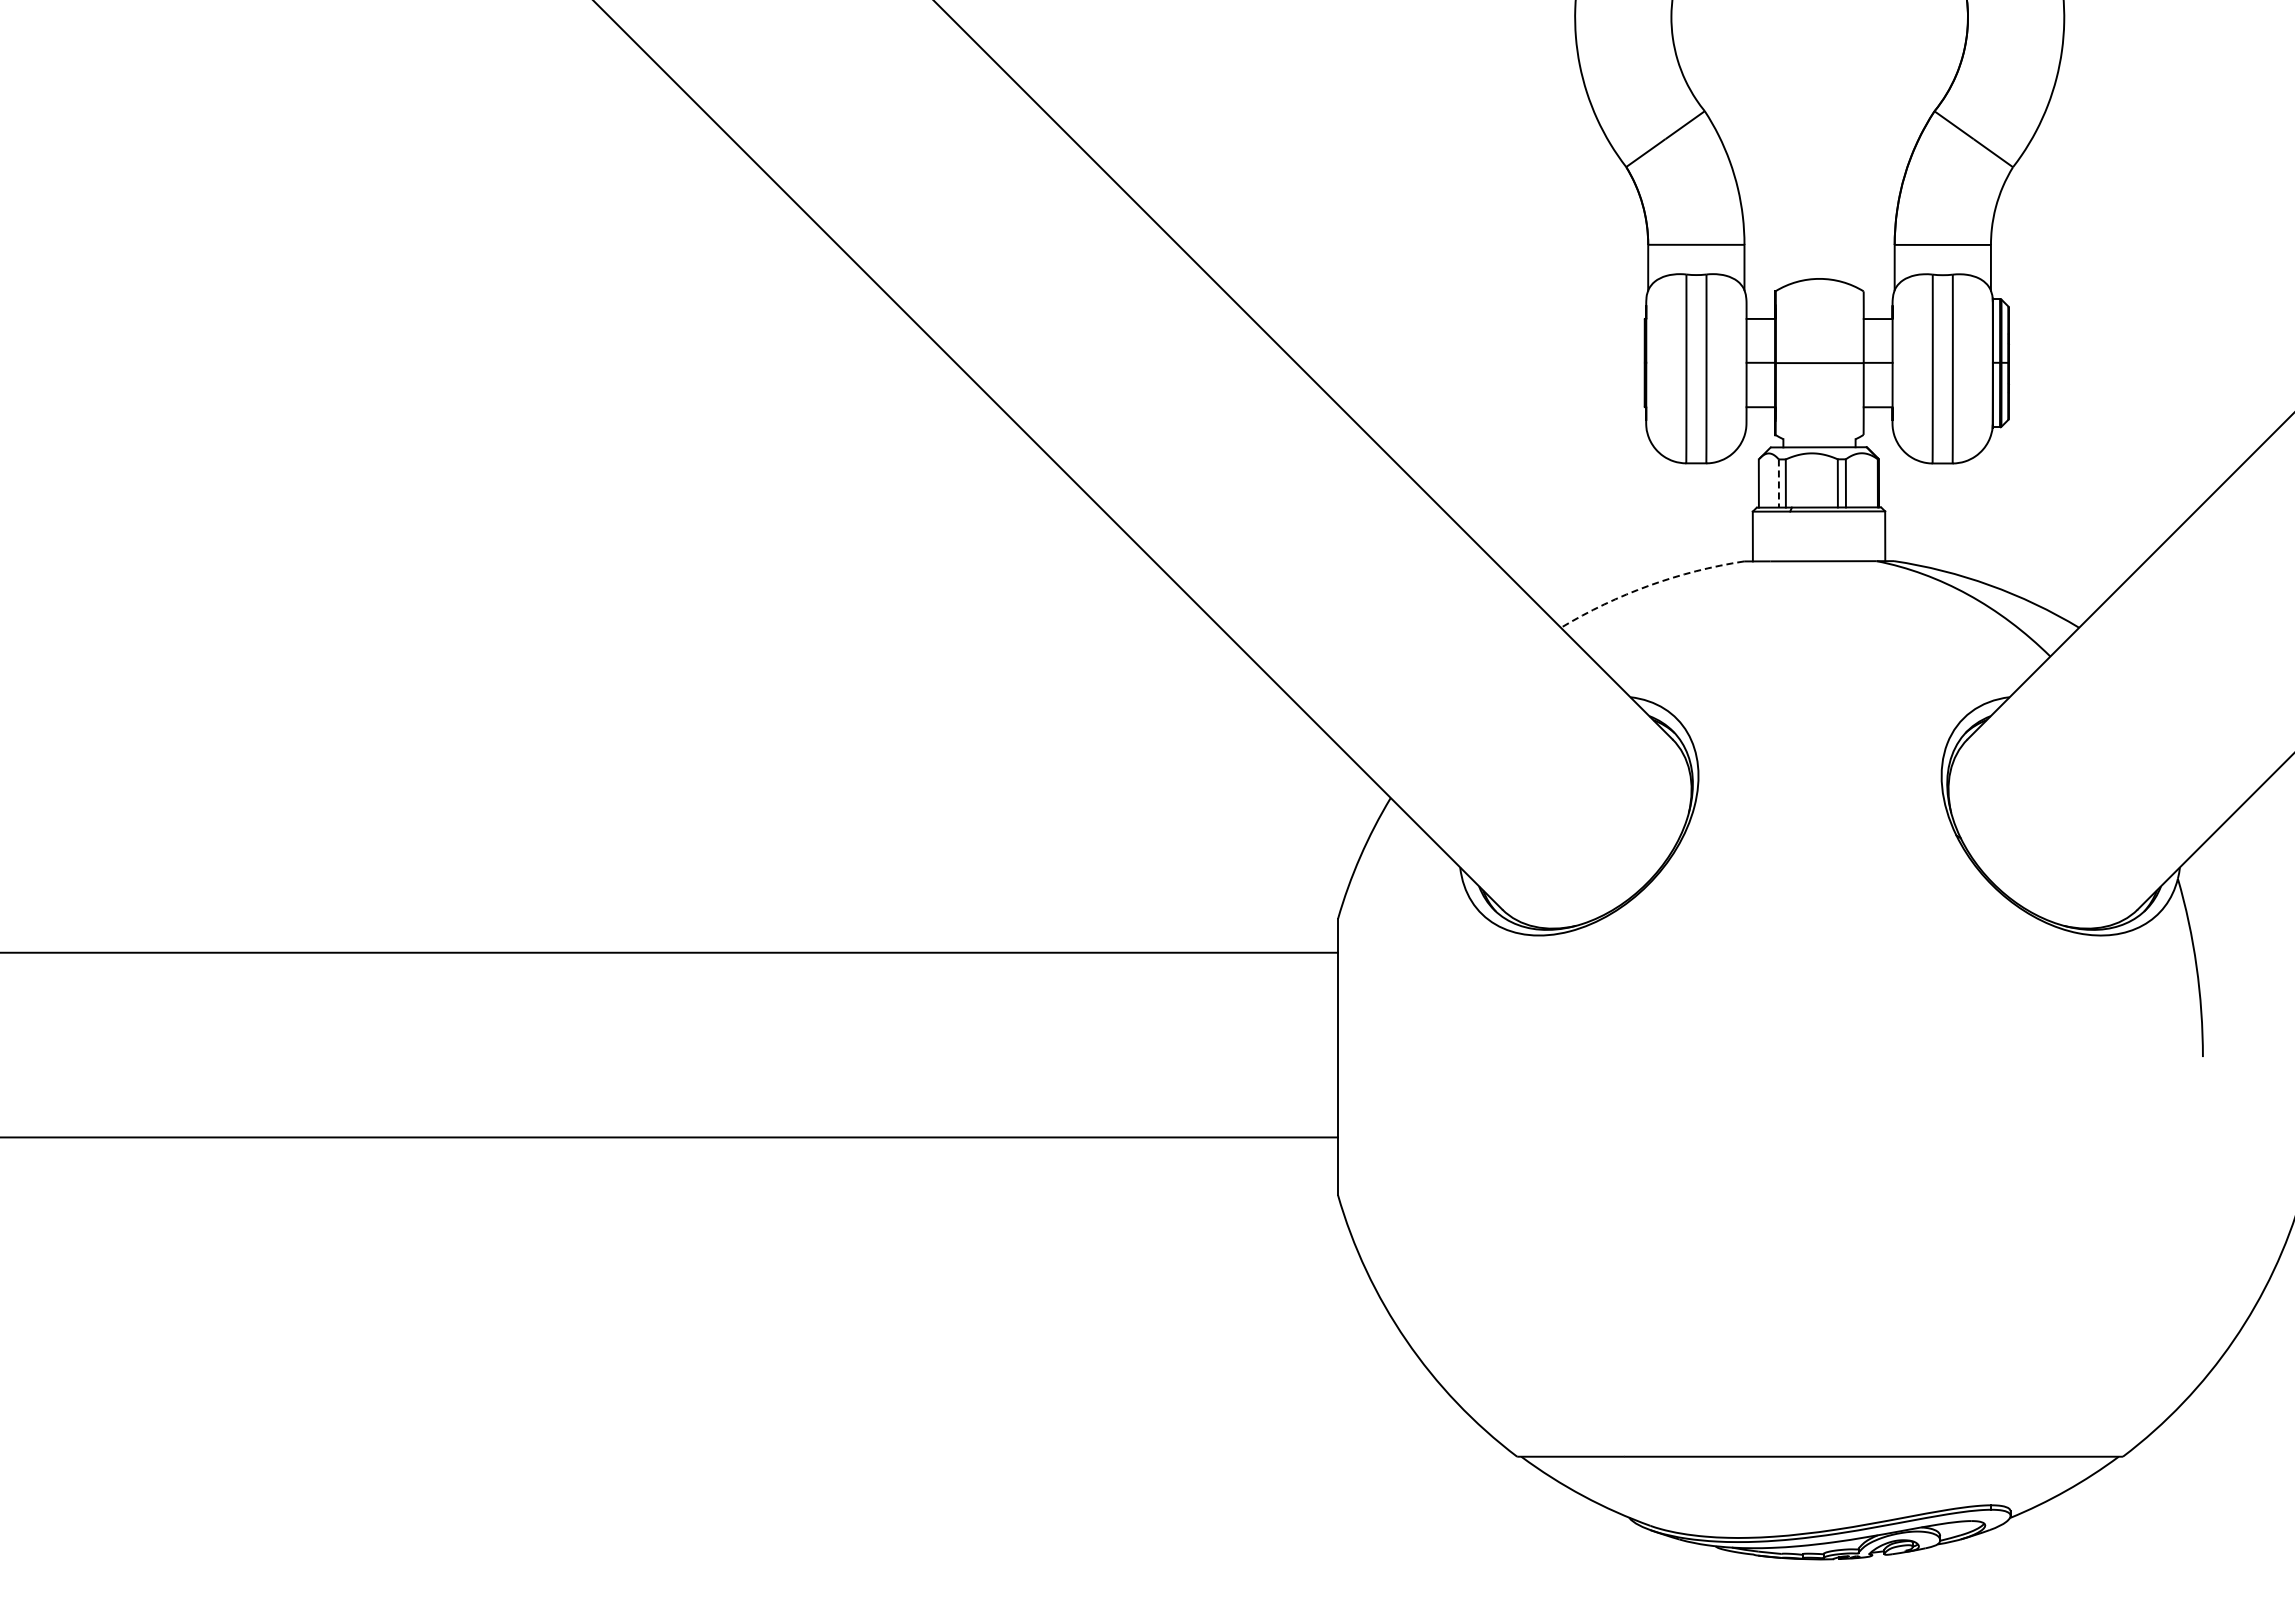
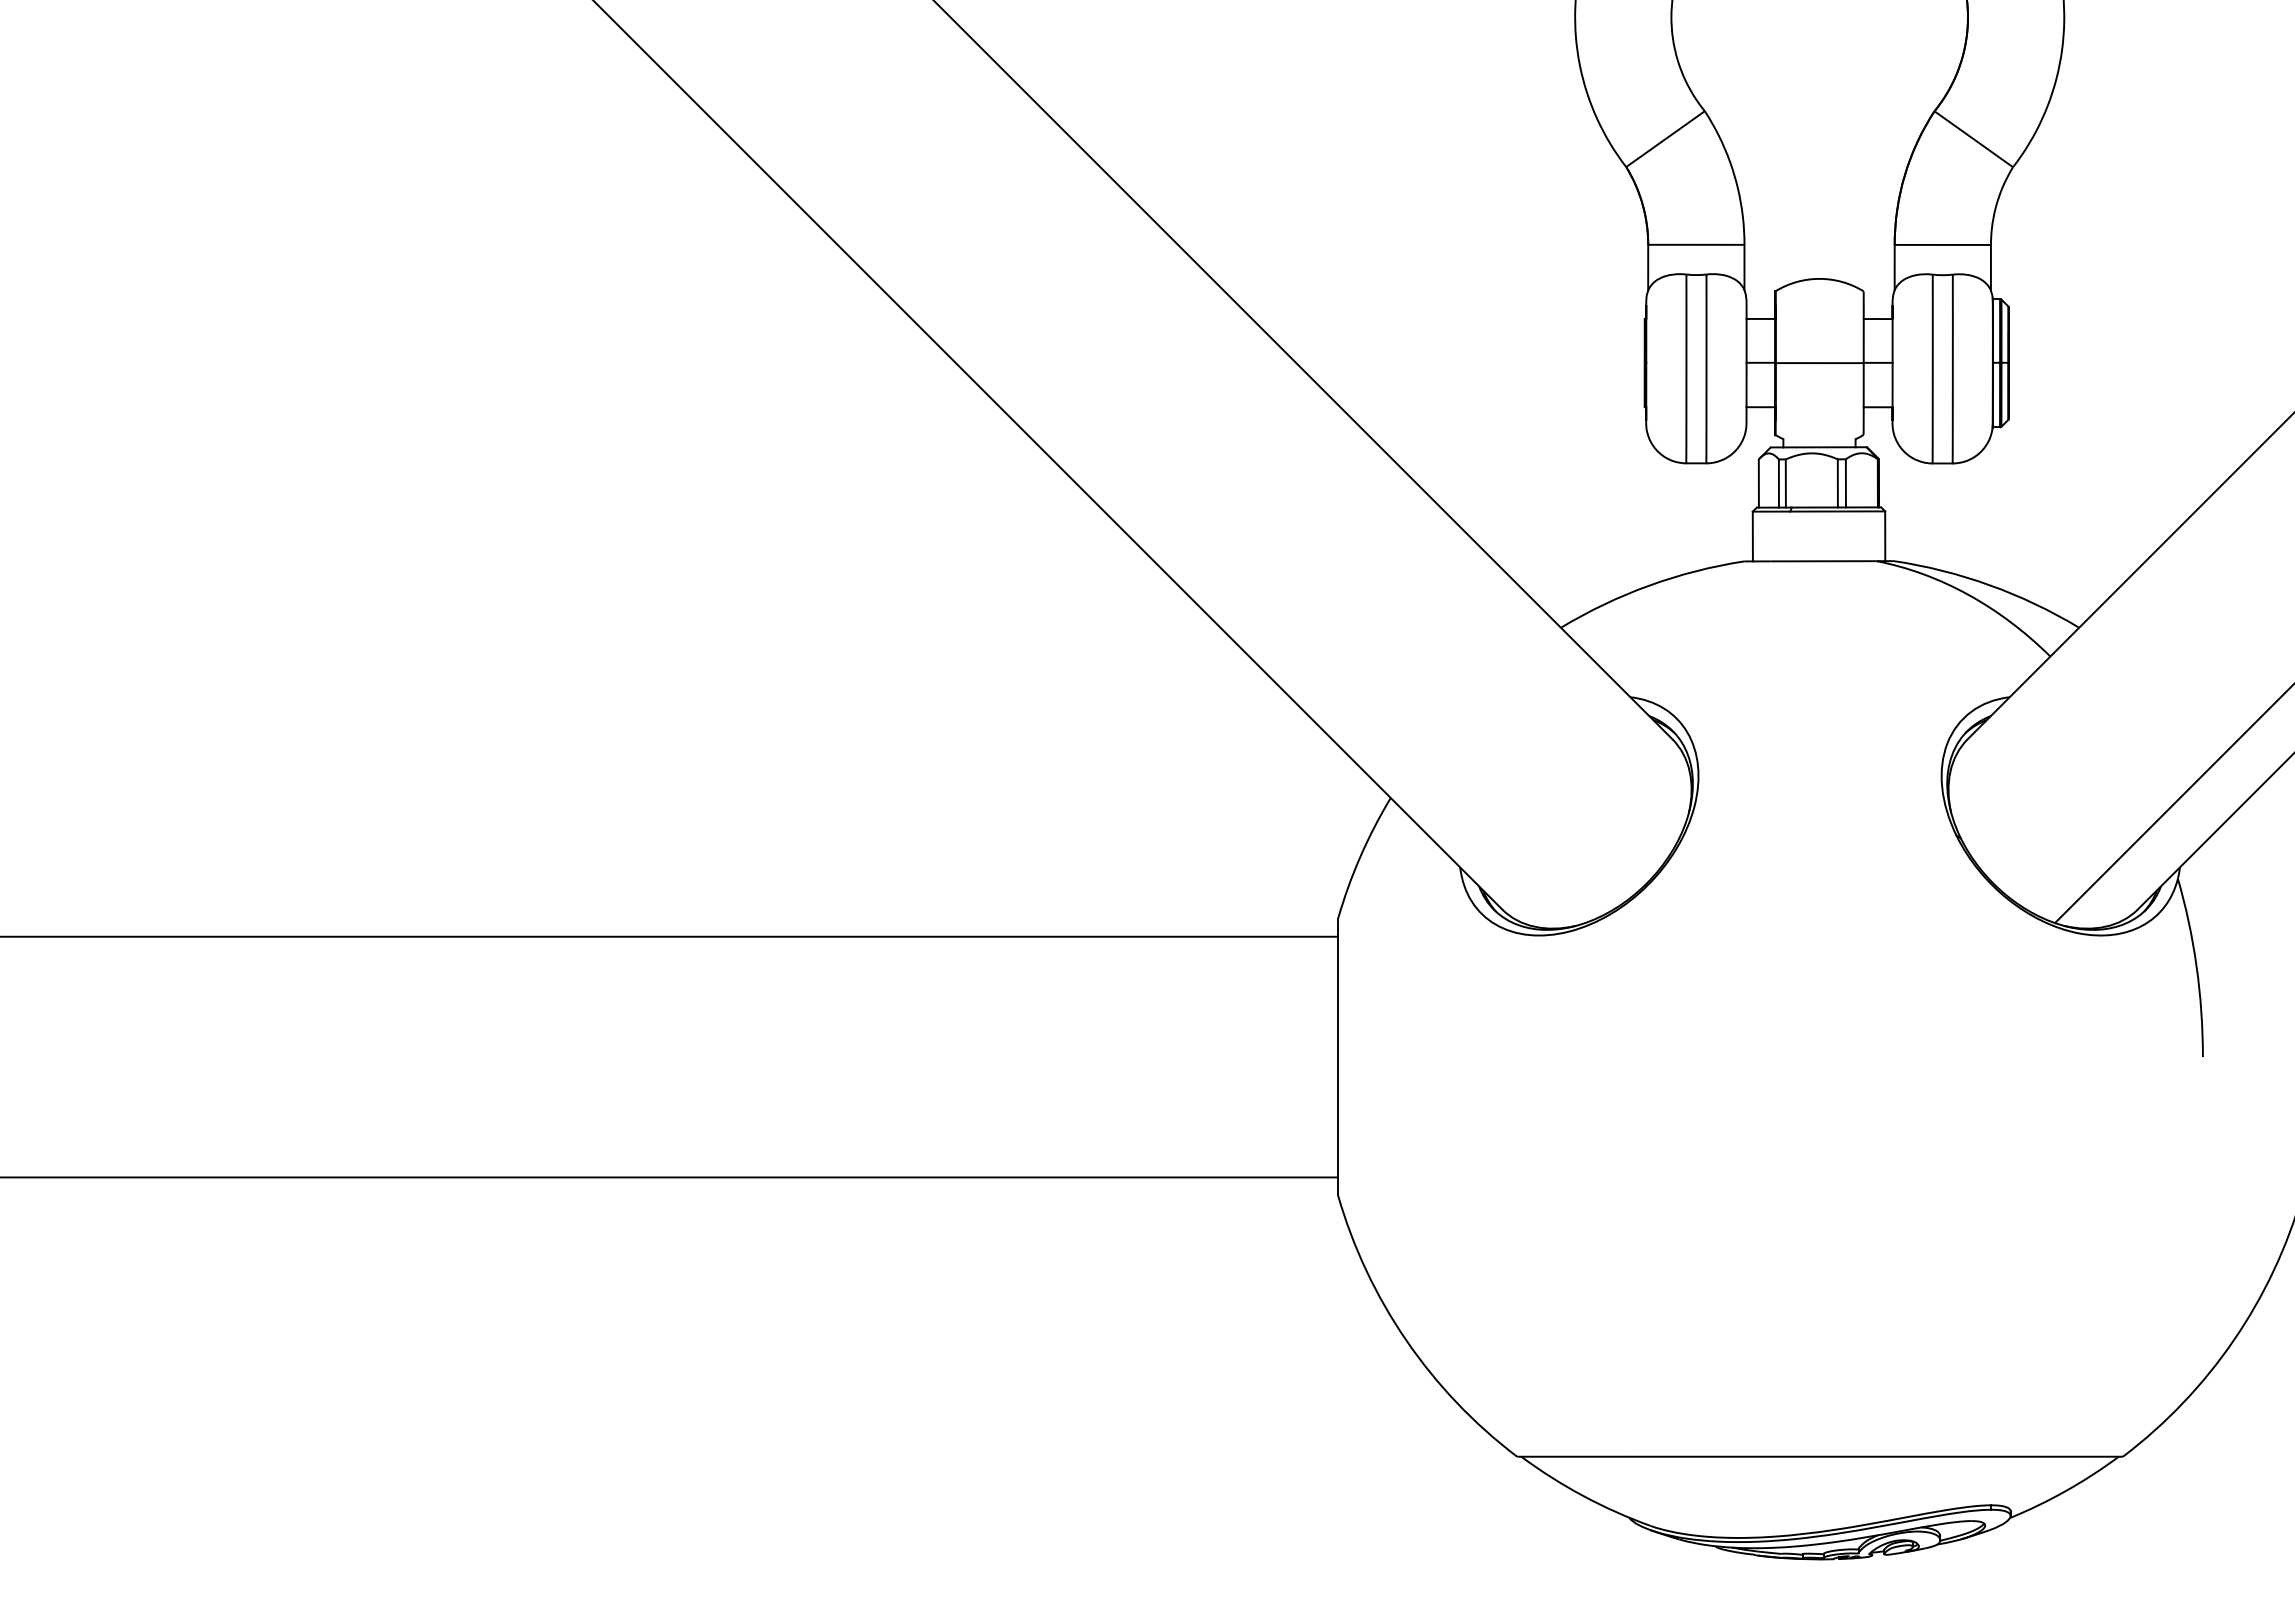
line at (1778, 484): dashed -> solid
arc at (1649, 585): dashed -> solid
line at (2173, 804): none -> present
line at (669, 952) position: (669, 952) -> (669, 936)
line at (669, 1137) position: (669, 1137) -> (669, 1177)
